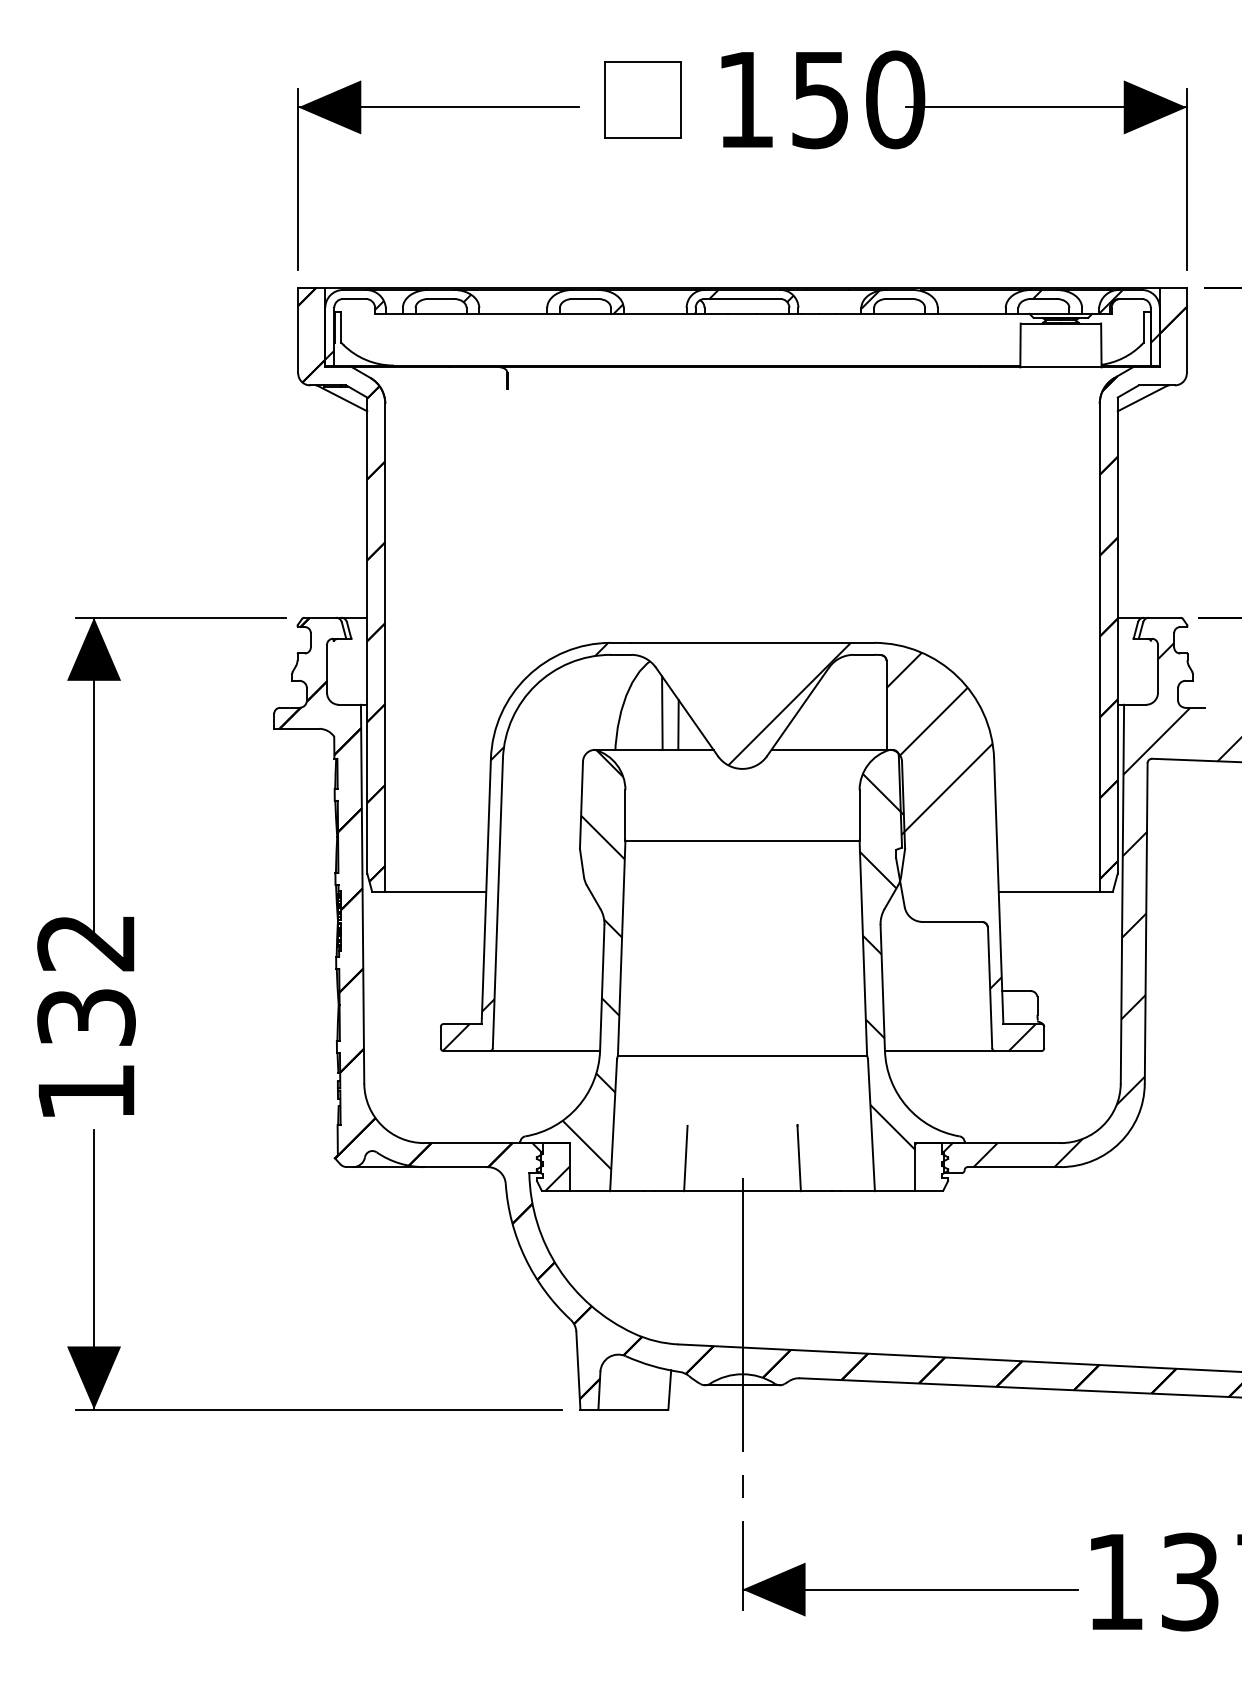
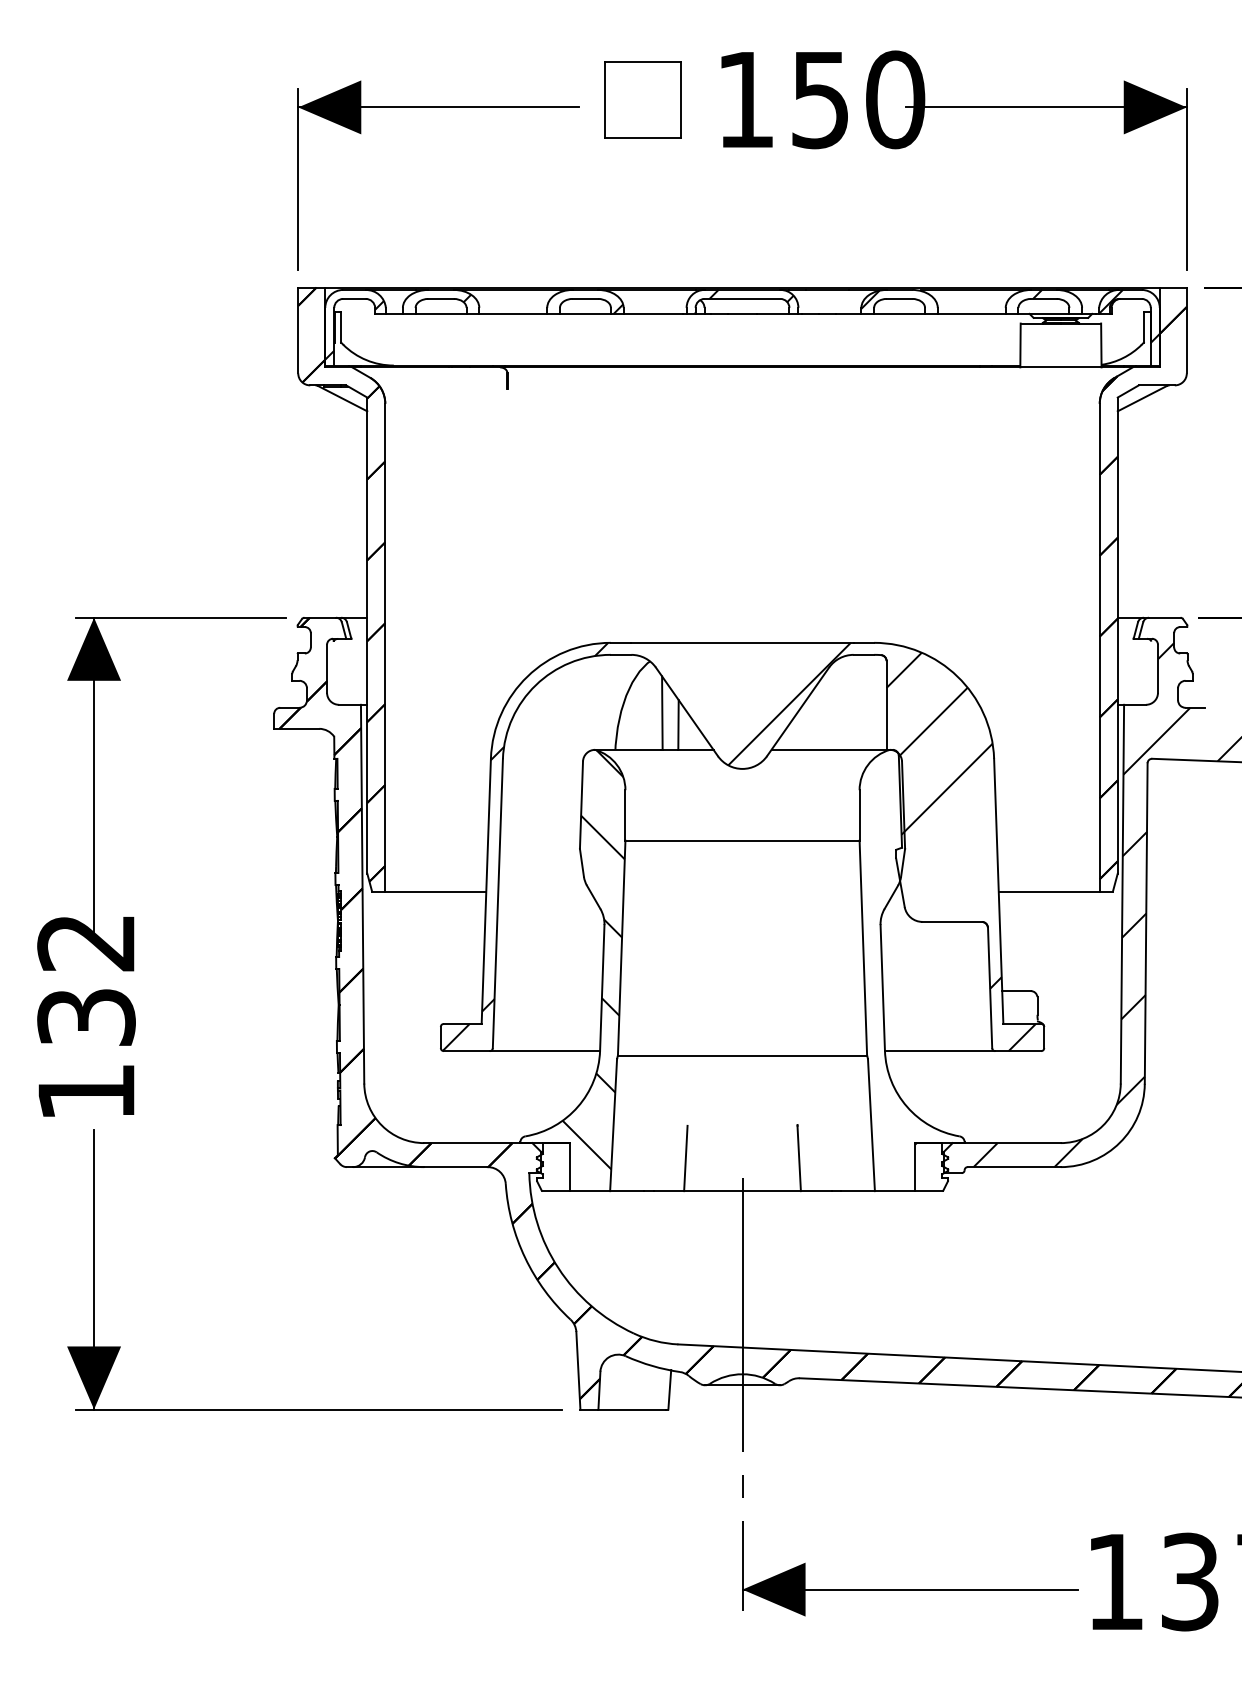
hatch at (887, 982): present -> none
hatch at (557, 1178): present -> none
